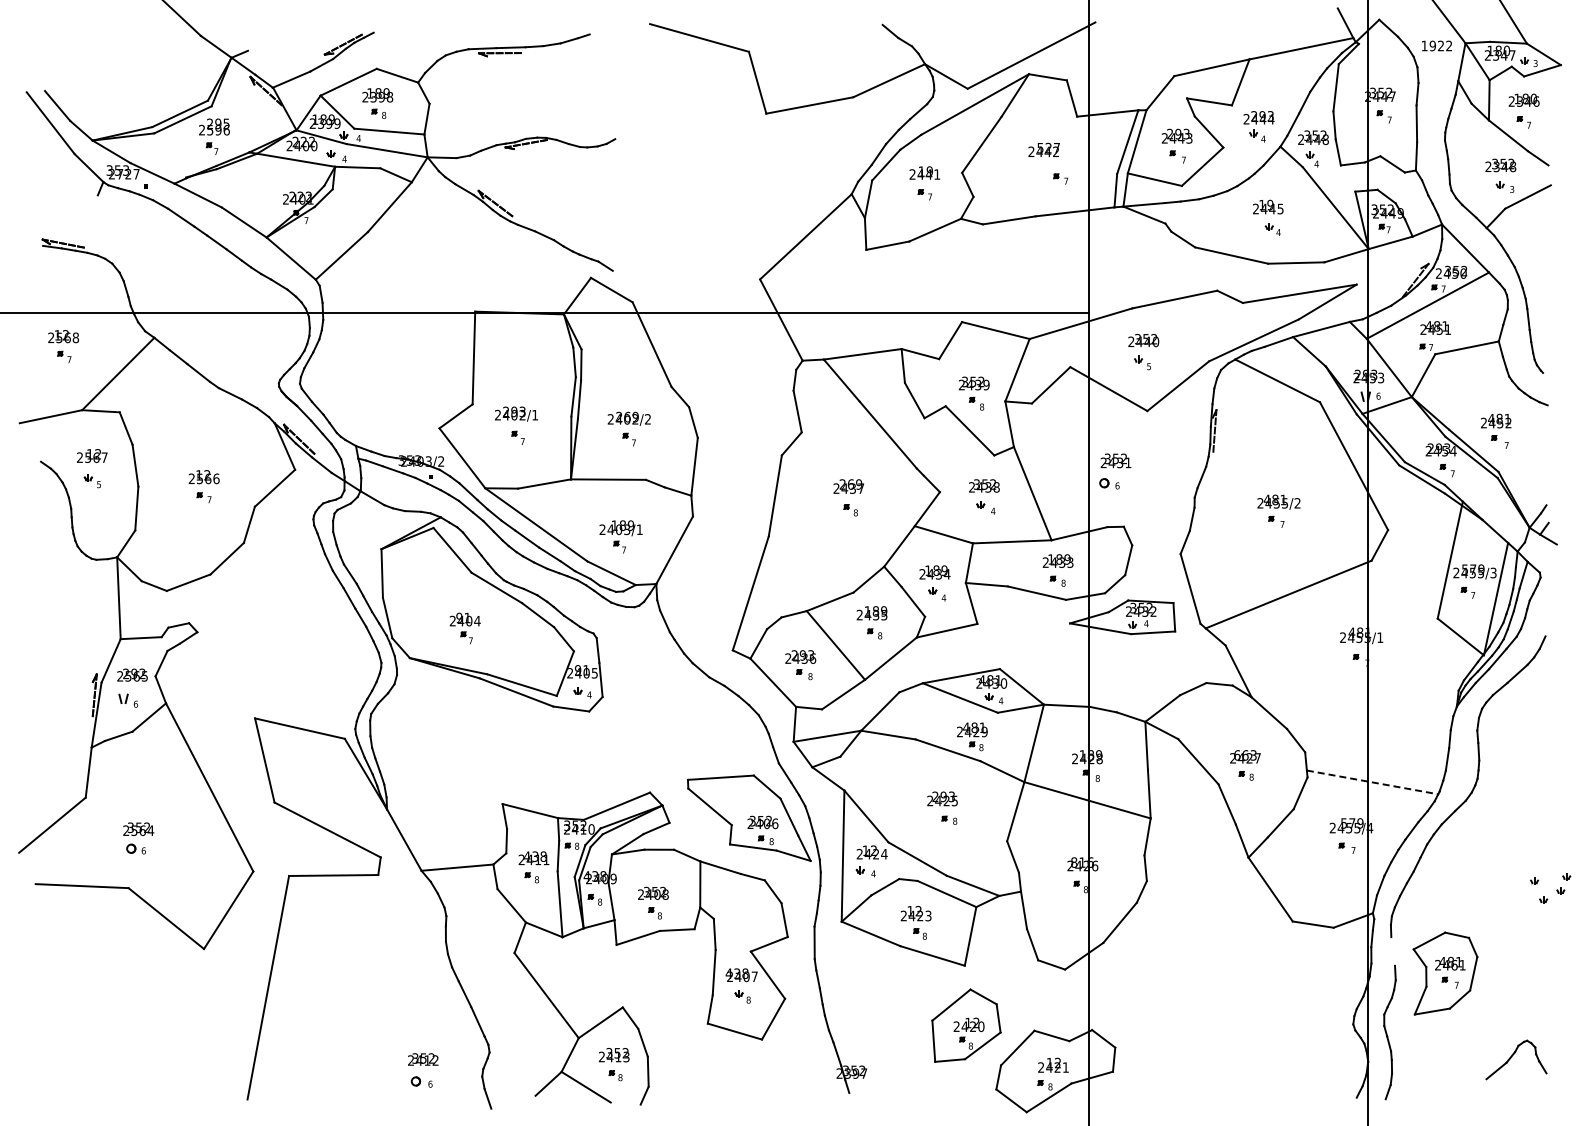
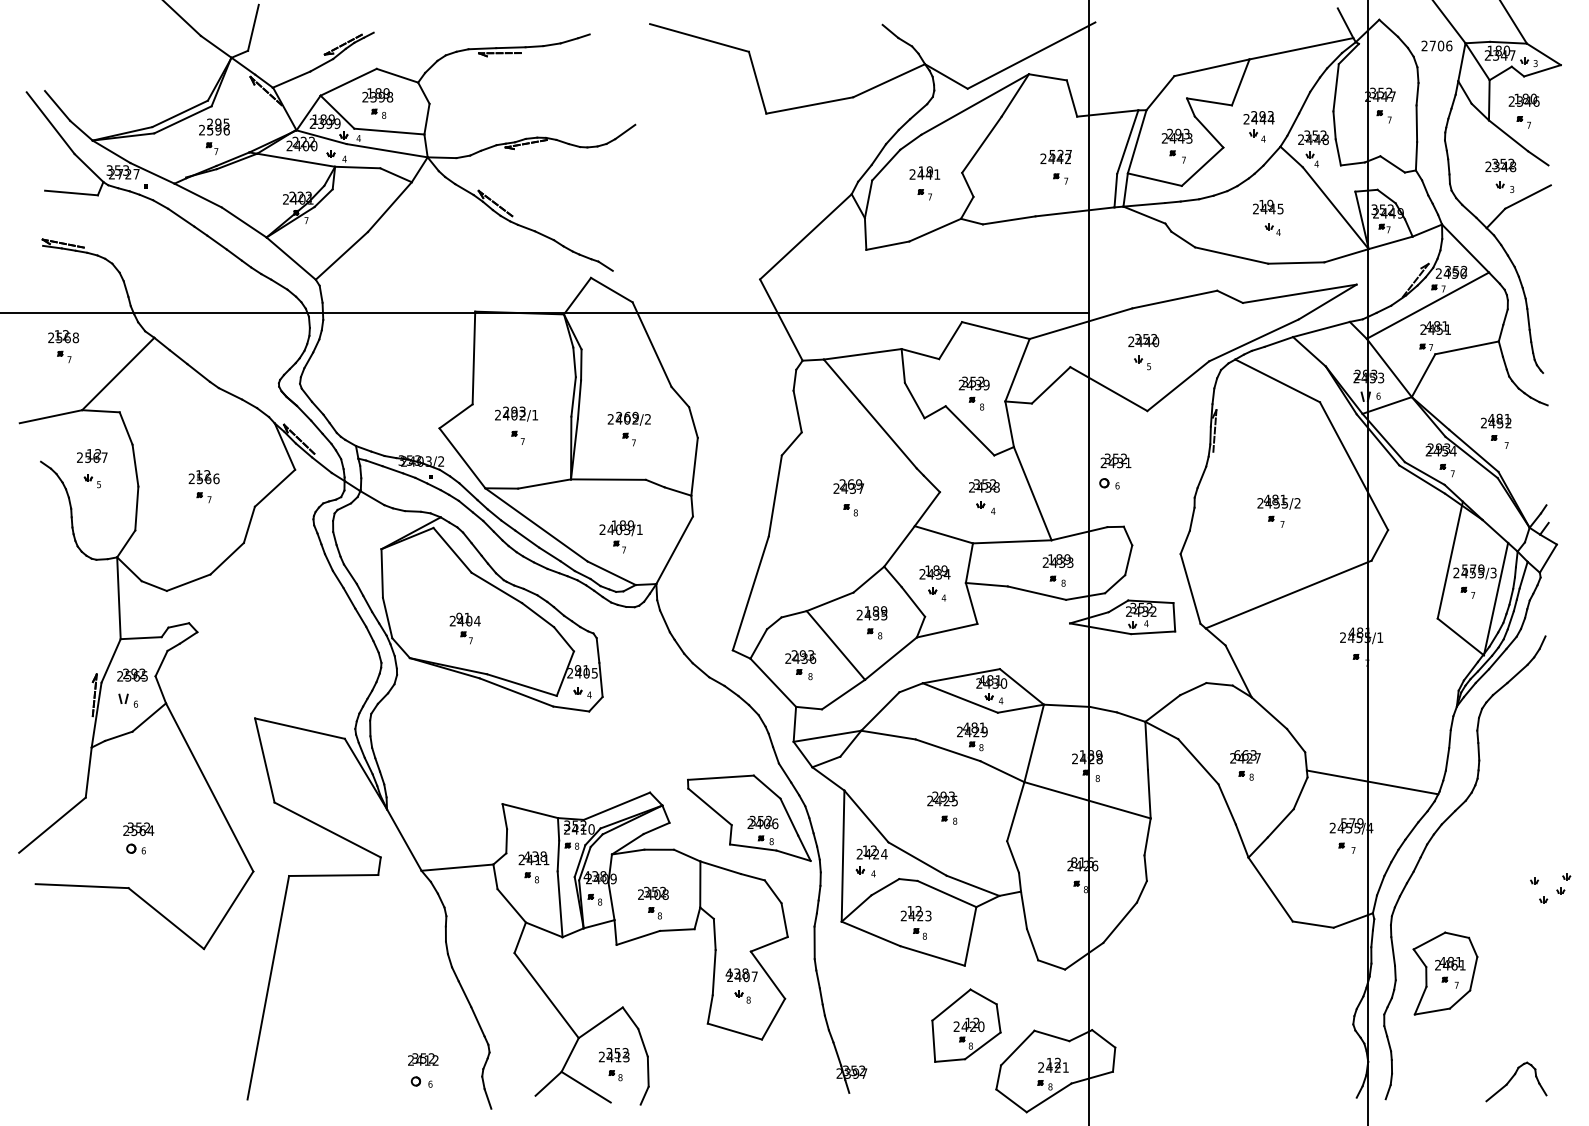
line at (253, 27): none -> present
text at (1436, 45): 1922 -> 2706
line at (625, 131): none -> present
text at (1043, 149) position: (1043, 149) -> (1055, 156)
line at (71, 192): none -> present
line at (1547, 558): none -> present
line at (1372, 782): dashed -> solid
line at (1393, 951): none -> present
part at (1516, 1059) position: (1516, 1059) -> (1516, 1081)
